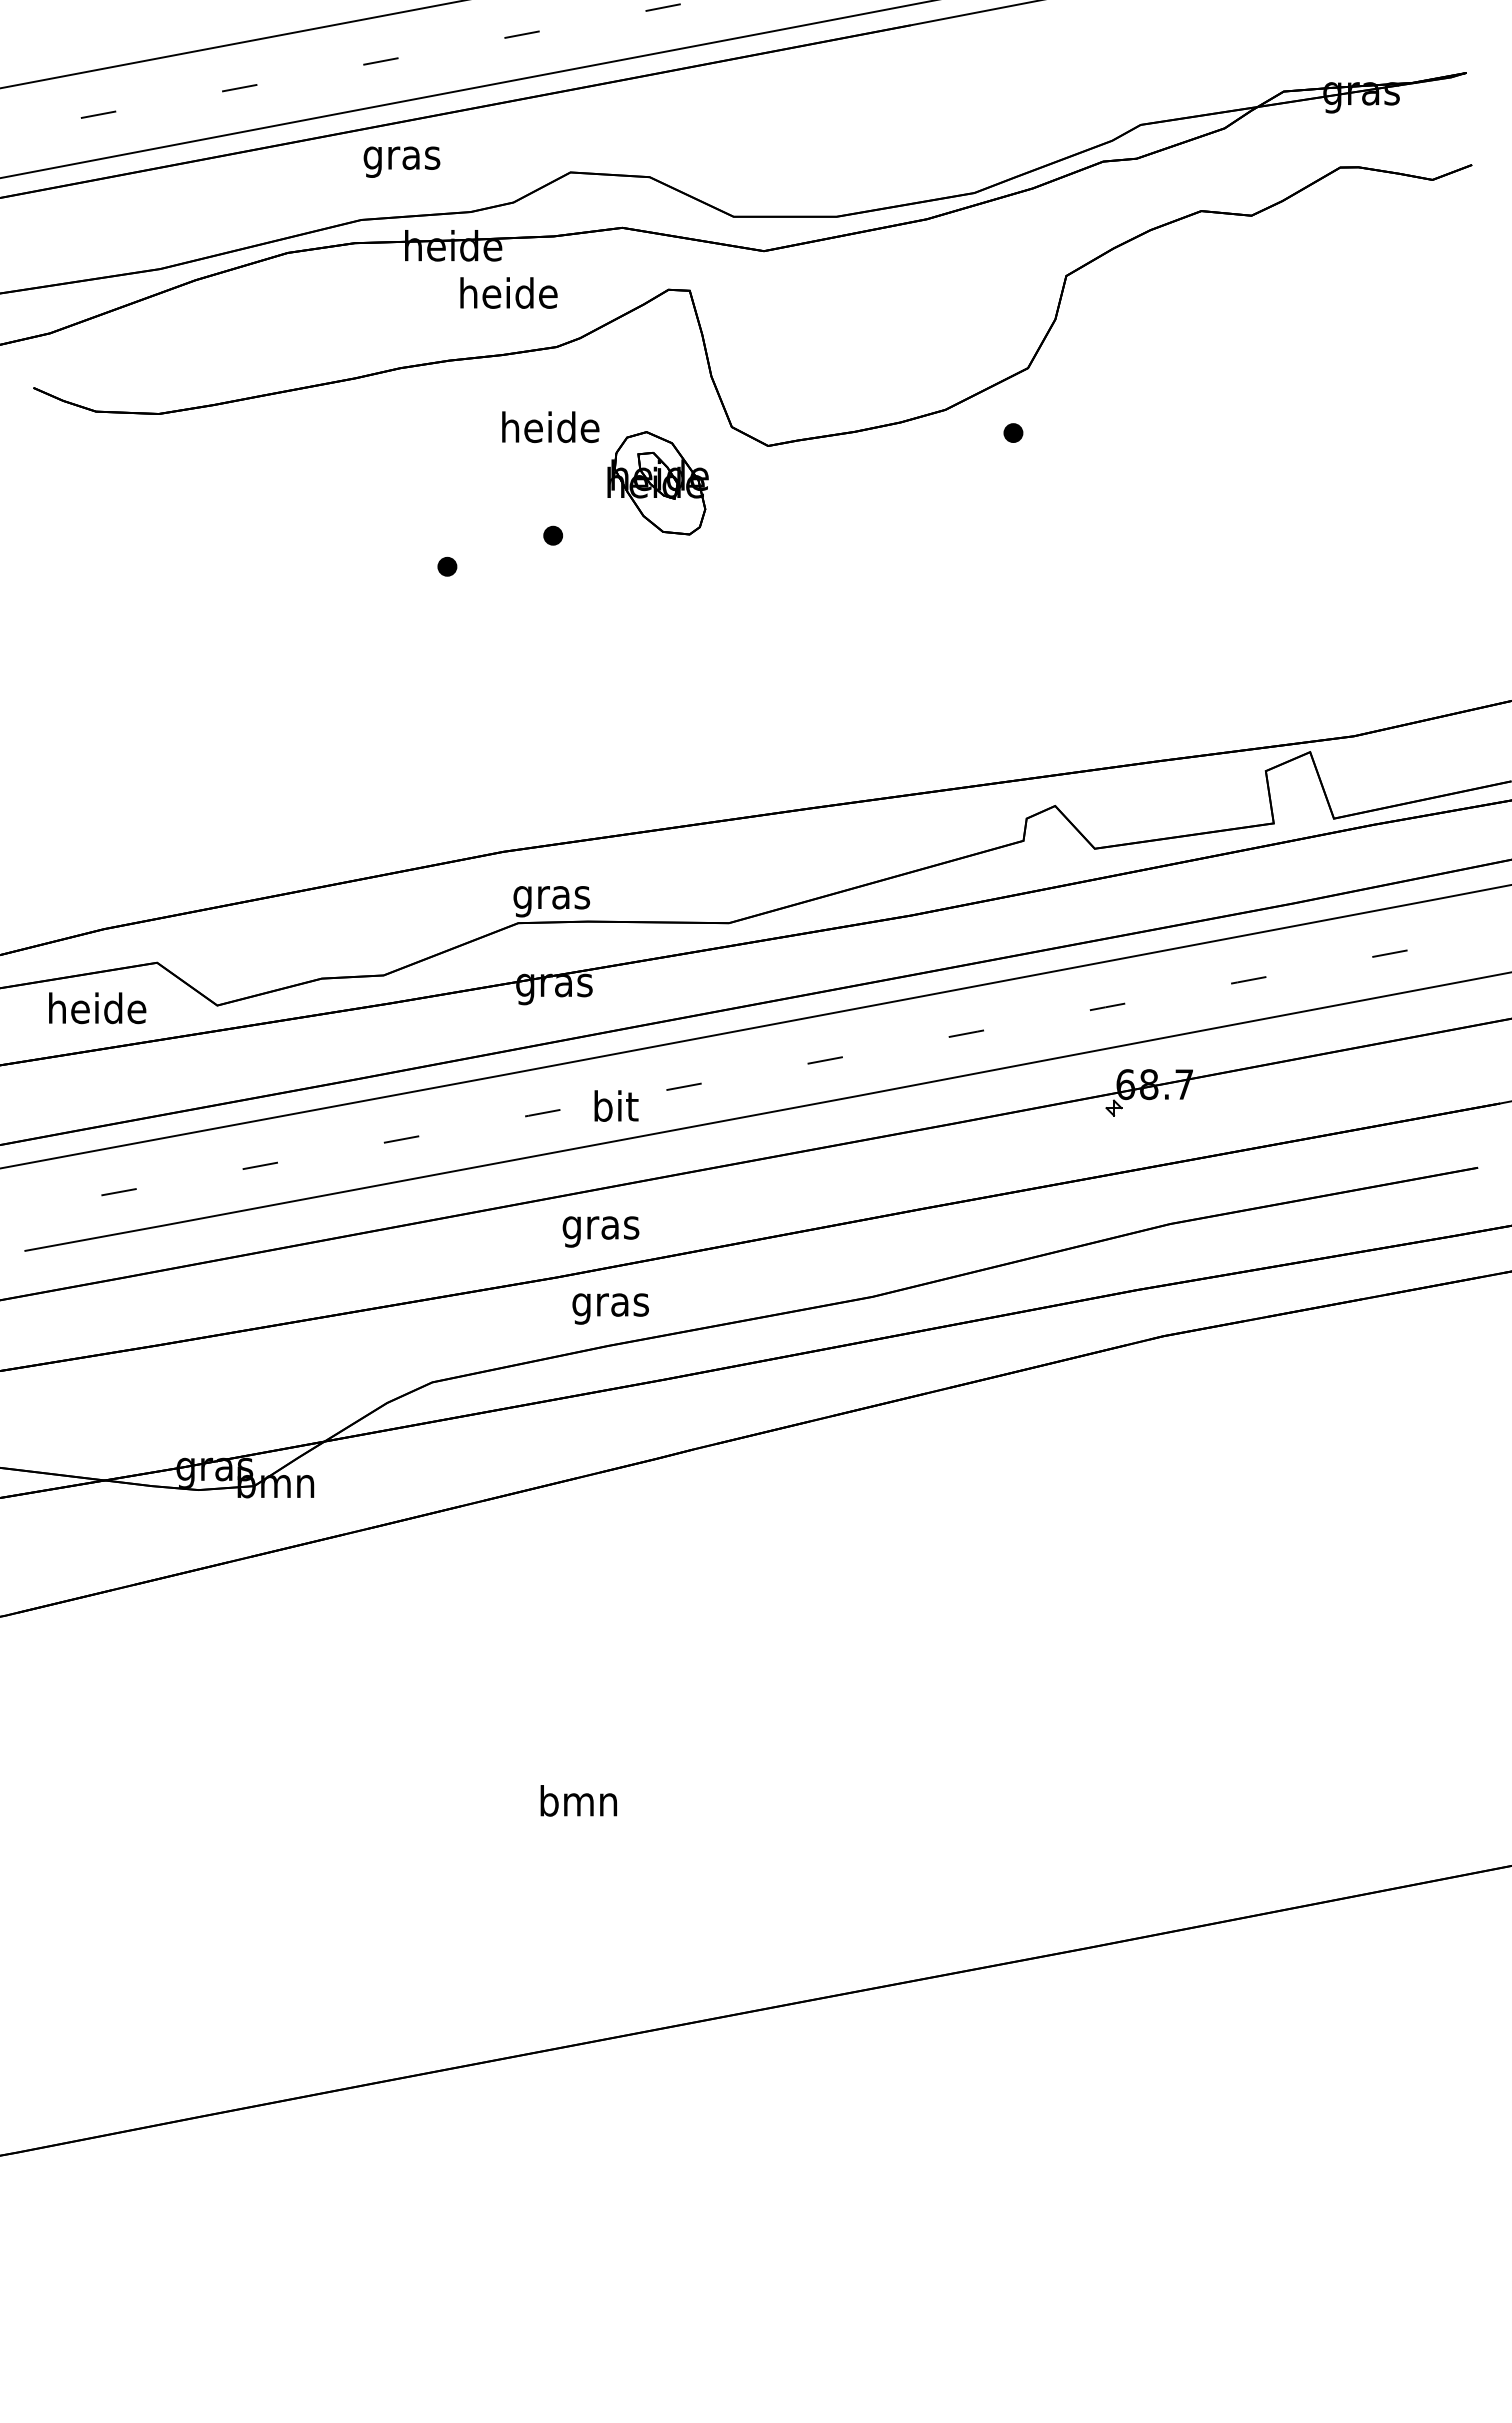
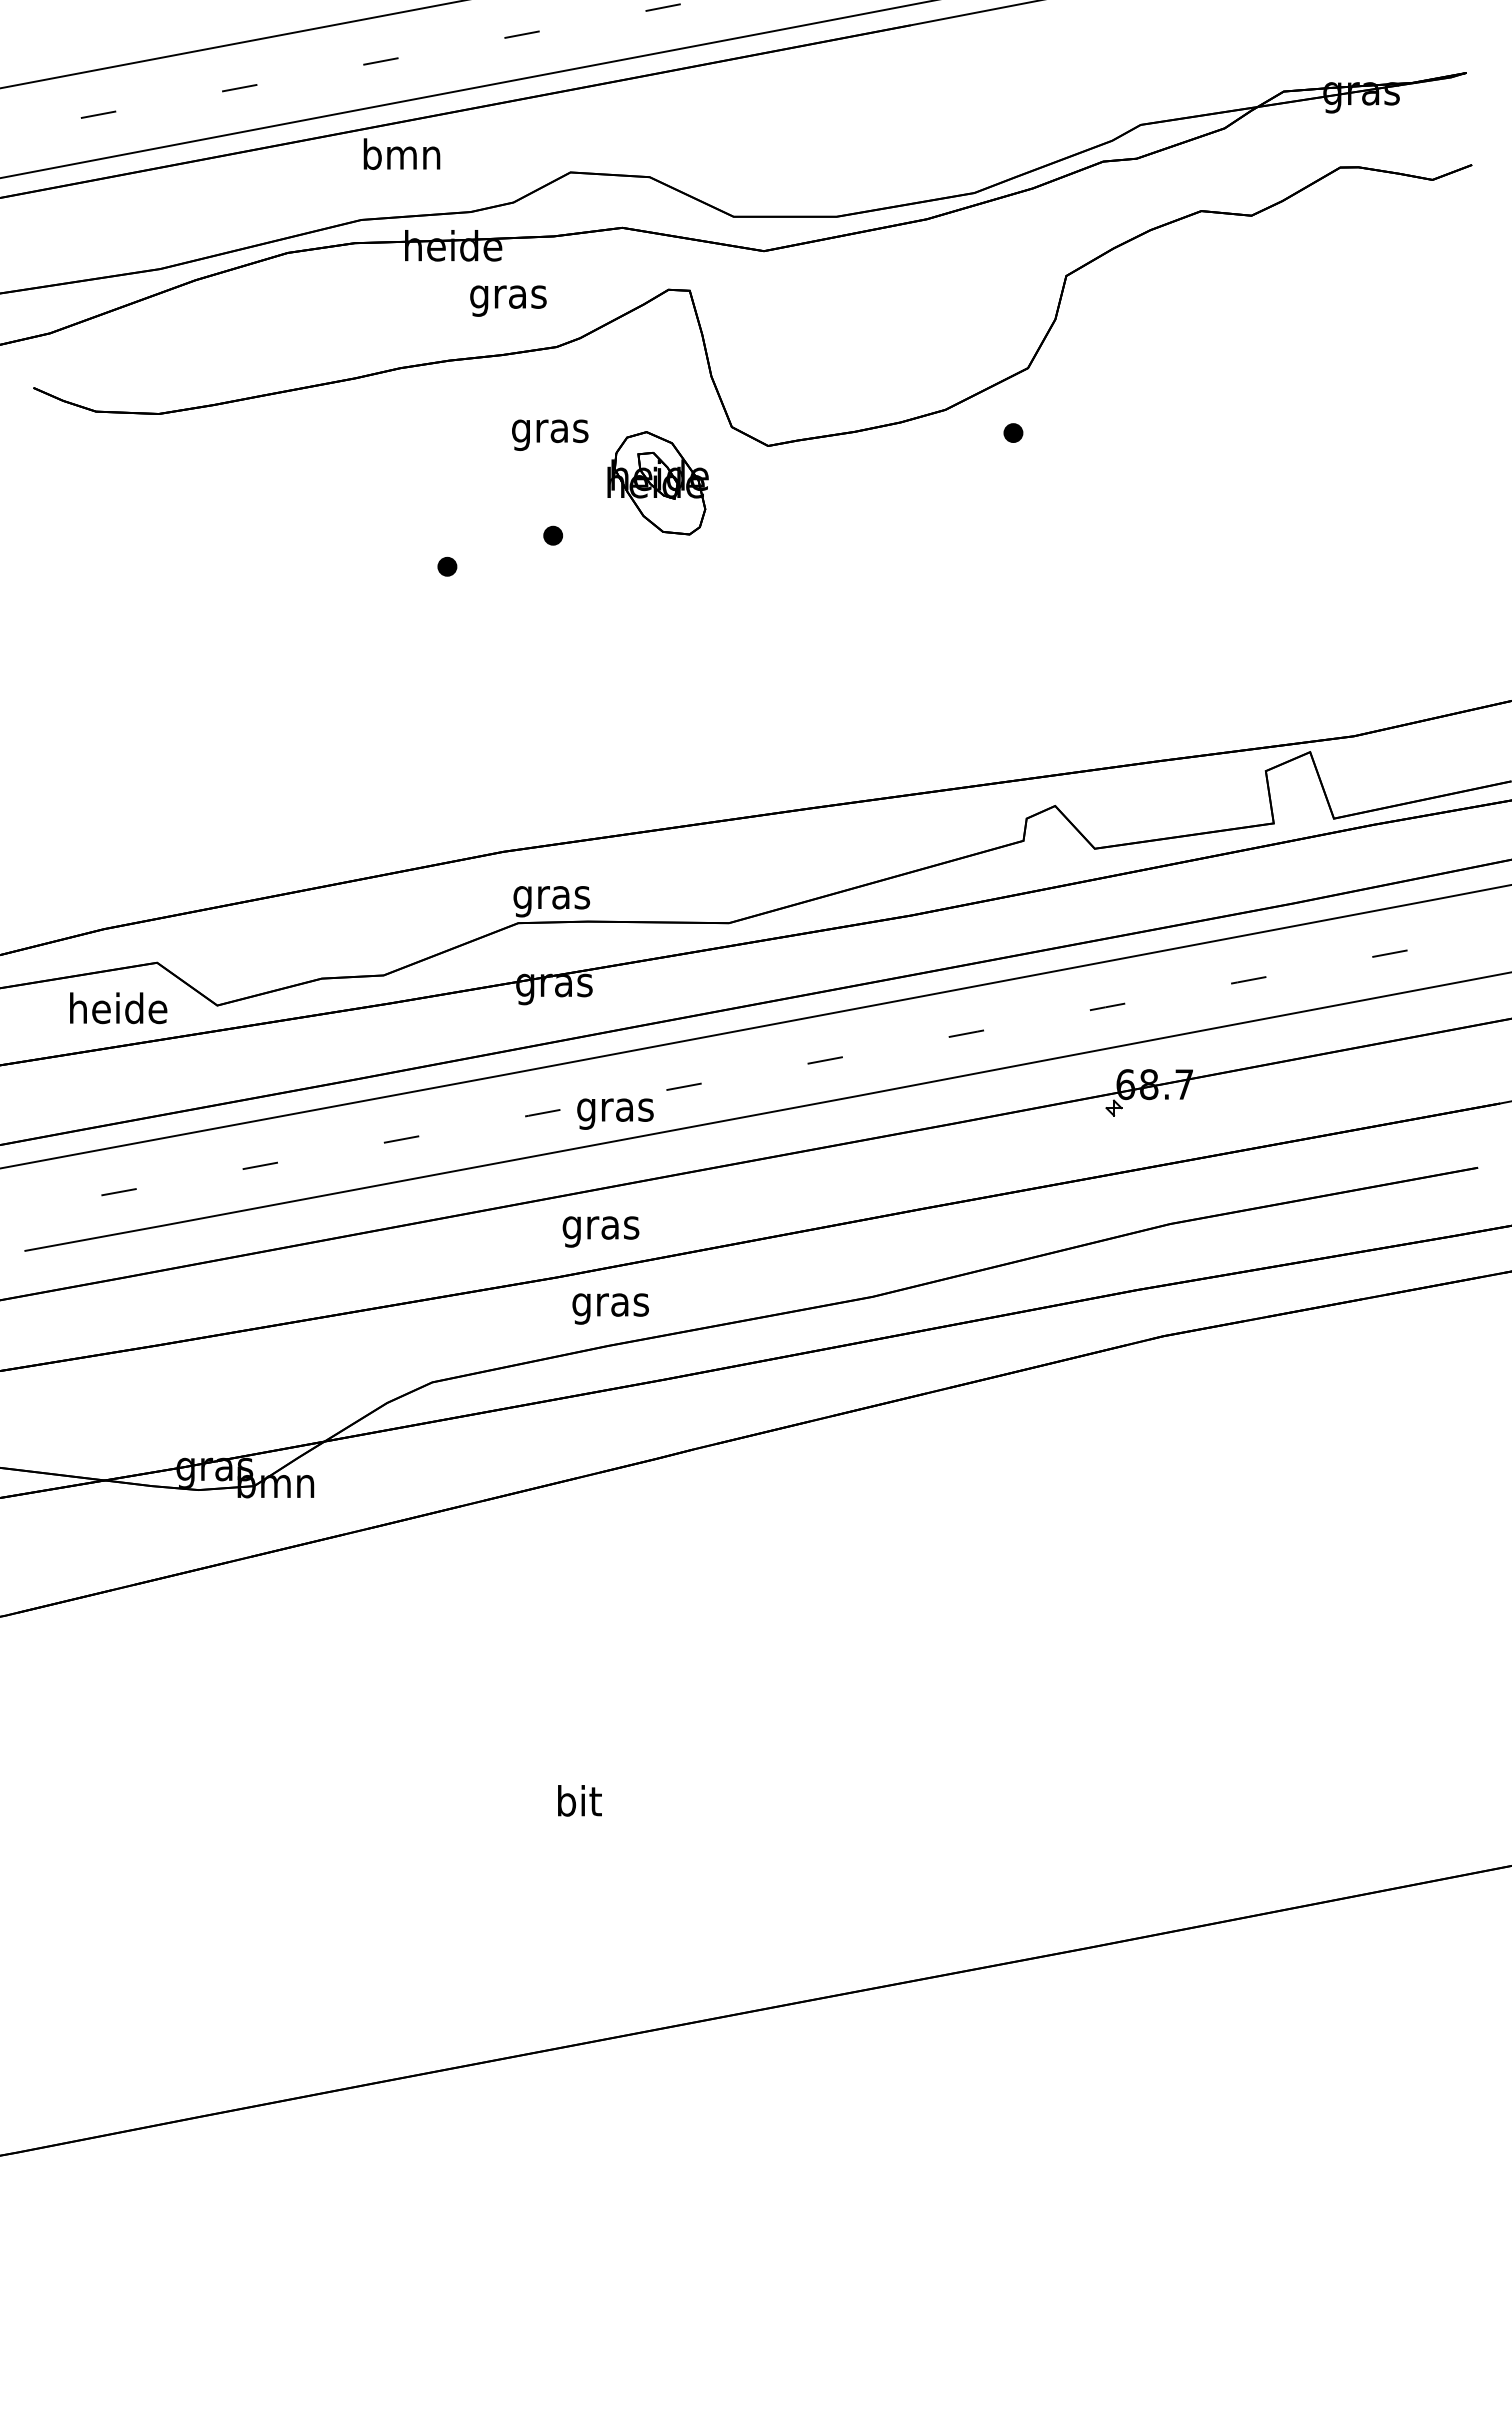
text at (401, 157): gras -> bmn
text at (508, 296): heide -> gras
text at (550, 430): heide -> gras
text at (97, 1008) position: (97, 1008) -> (118, 1008)
text at (615, 1109): bit -> gras
text at (578, 1800): bmn -> bit
